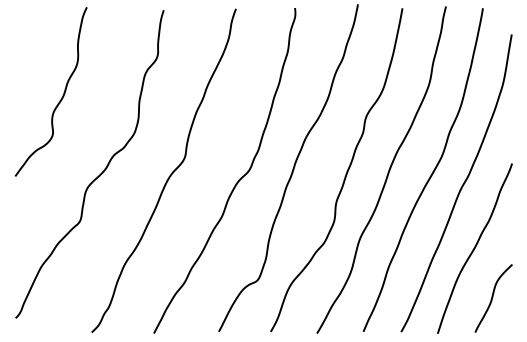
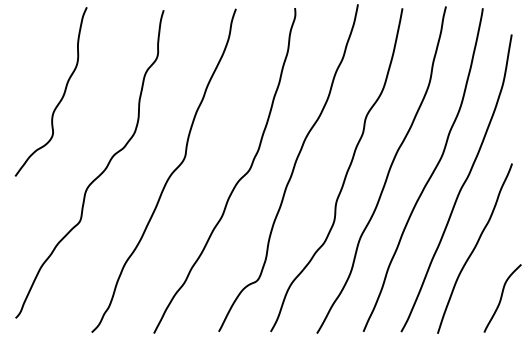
curve at (493, 297) position: (493, 297) -> (502, 297)
